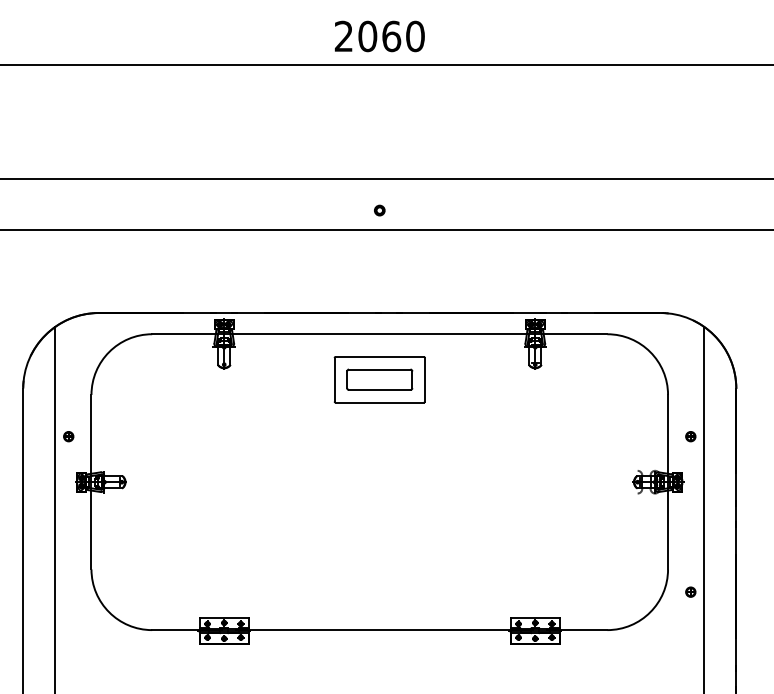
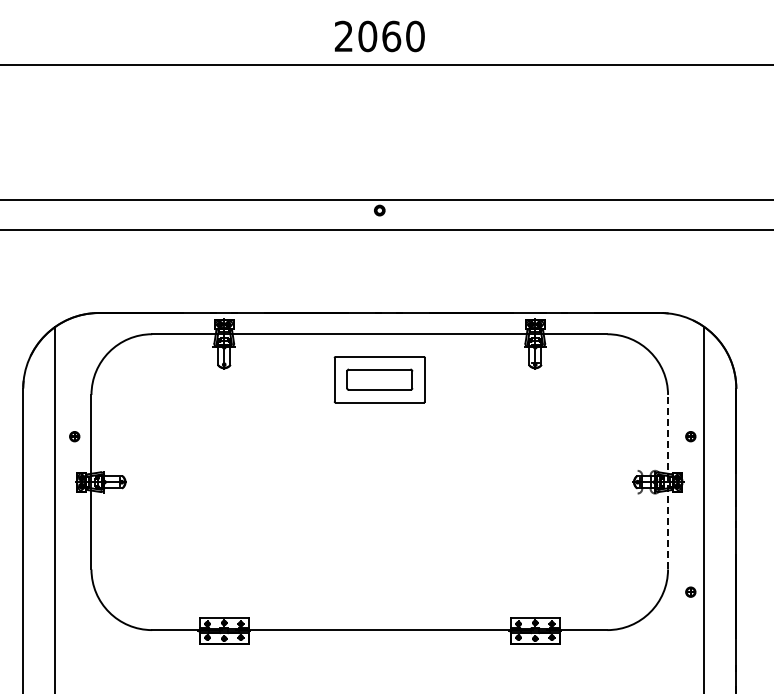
line at (386, 178) position: (386, 178) -> (386, 199)
part at (68, 436) position: (68, 436) -> (74, 436)
line at (668, 481): solid -> dashed
